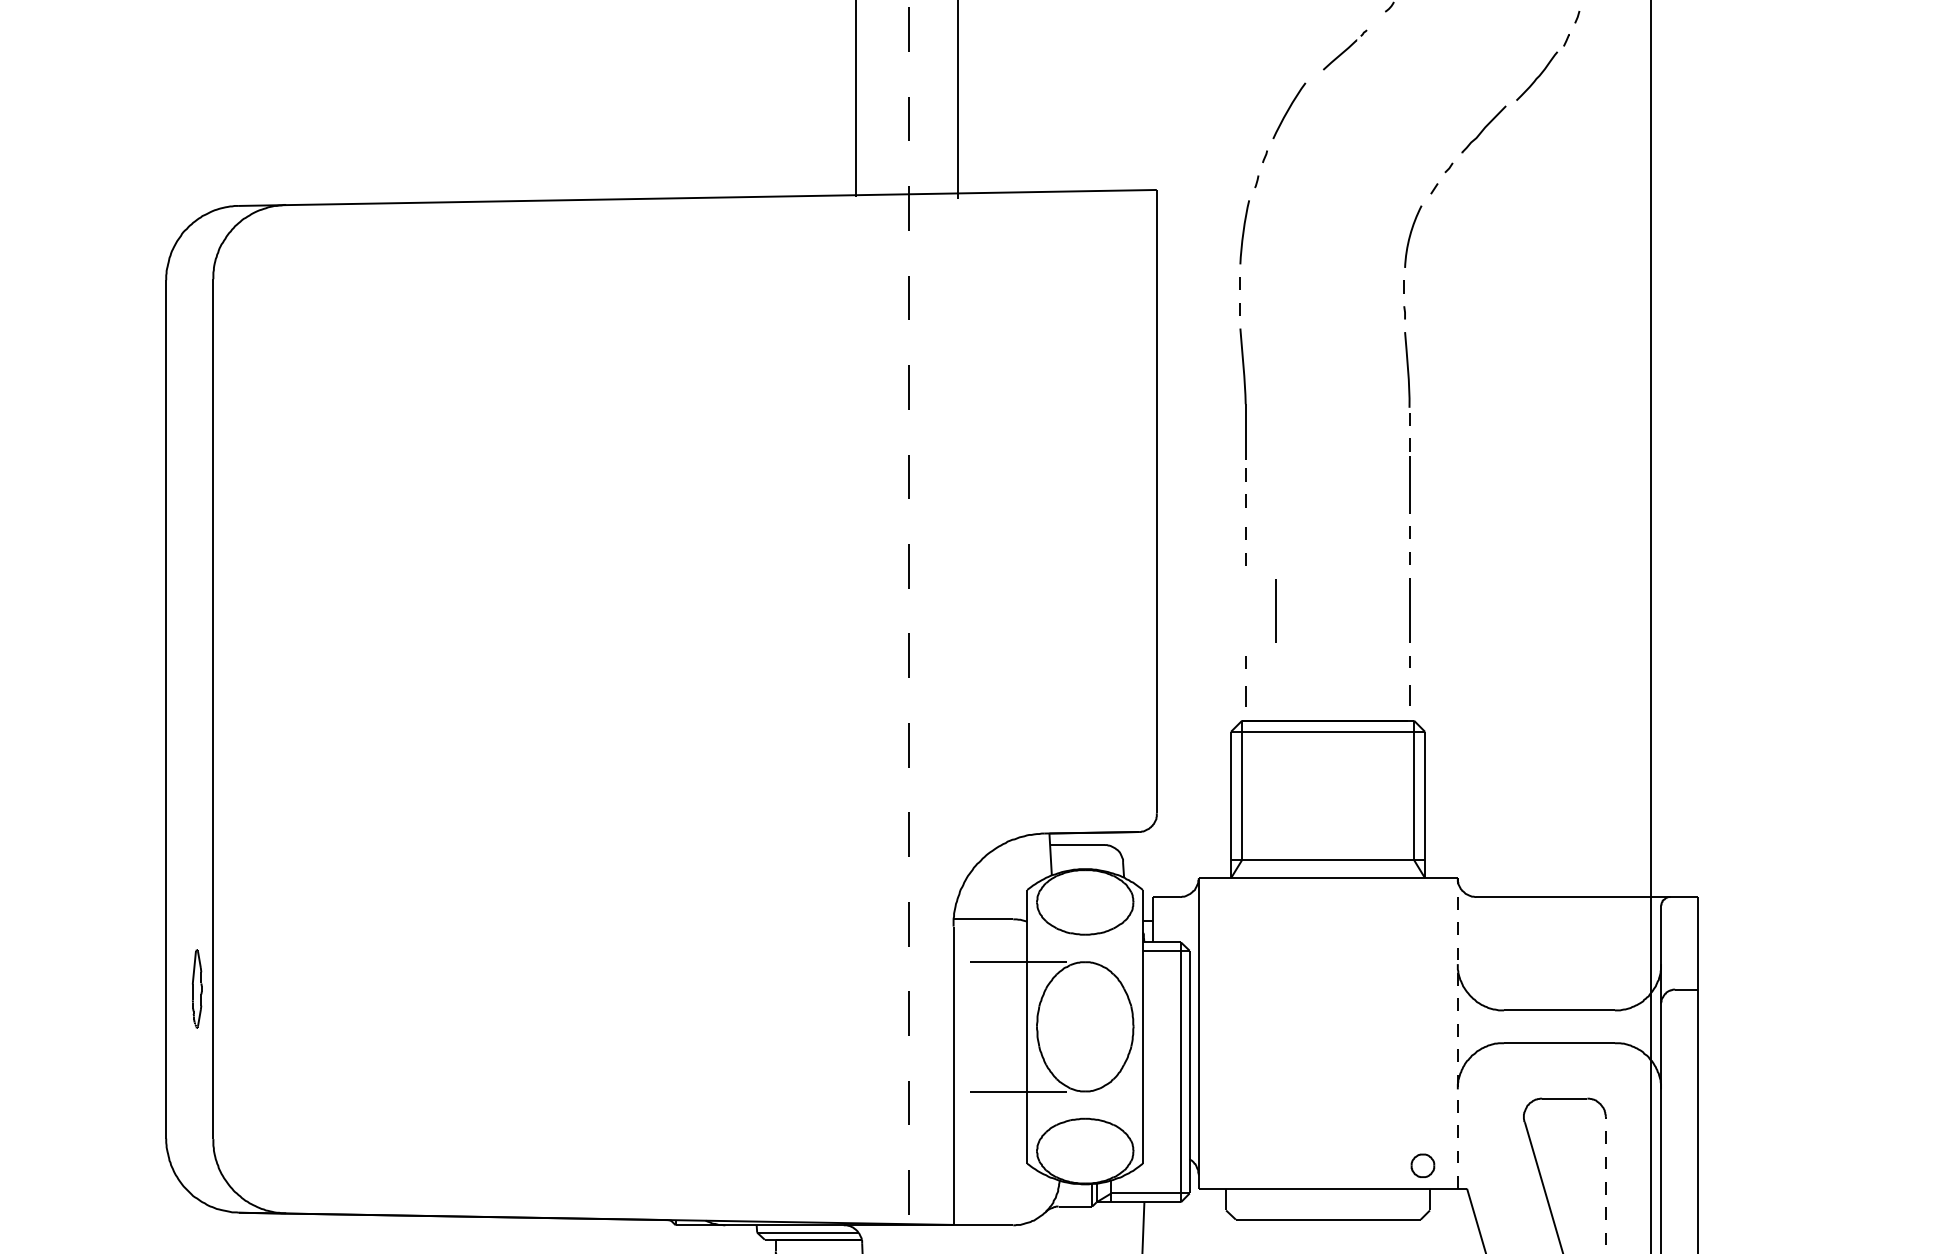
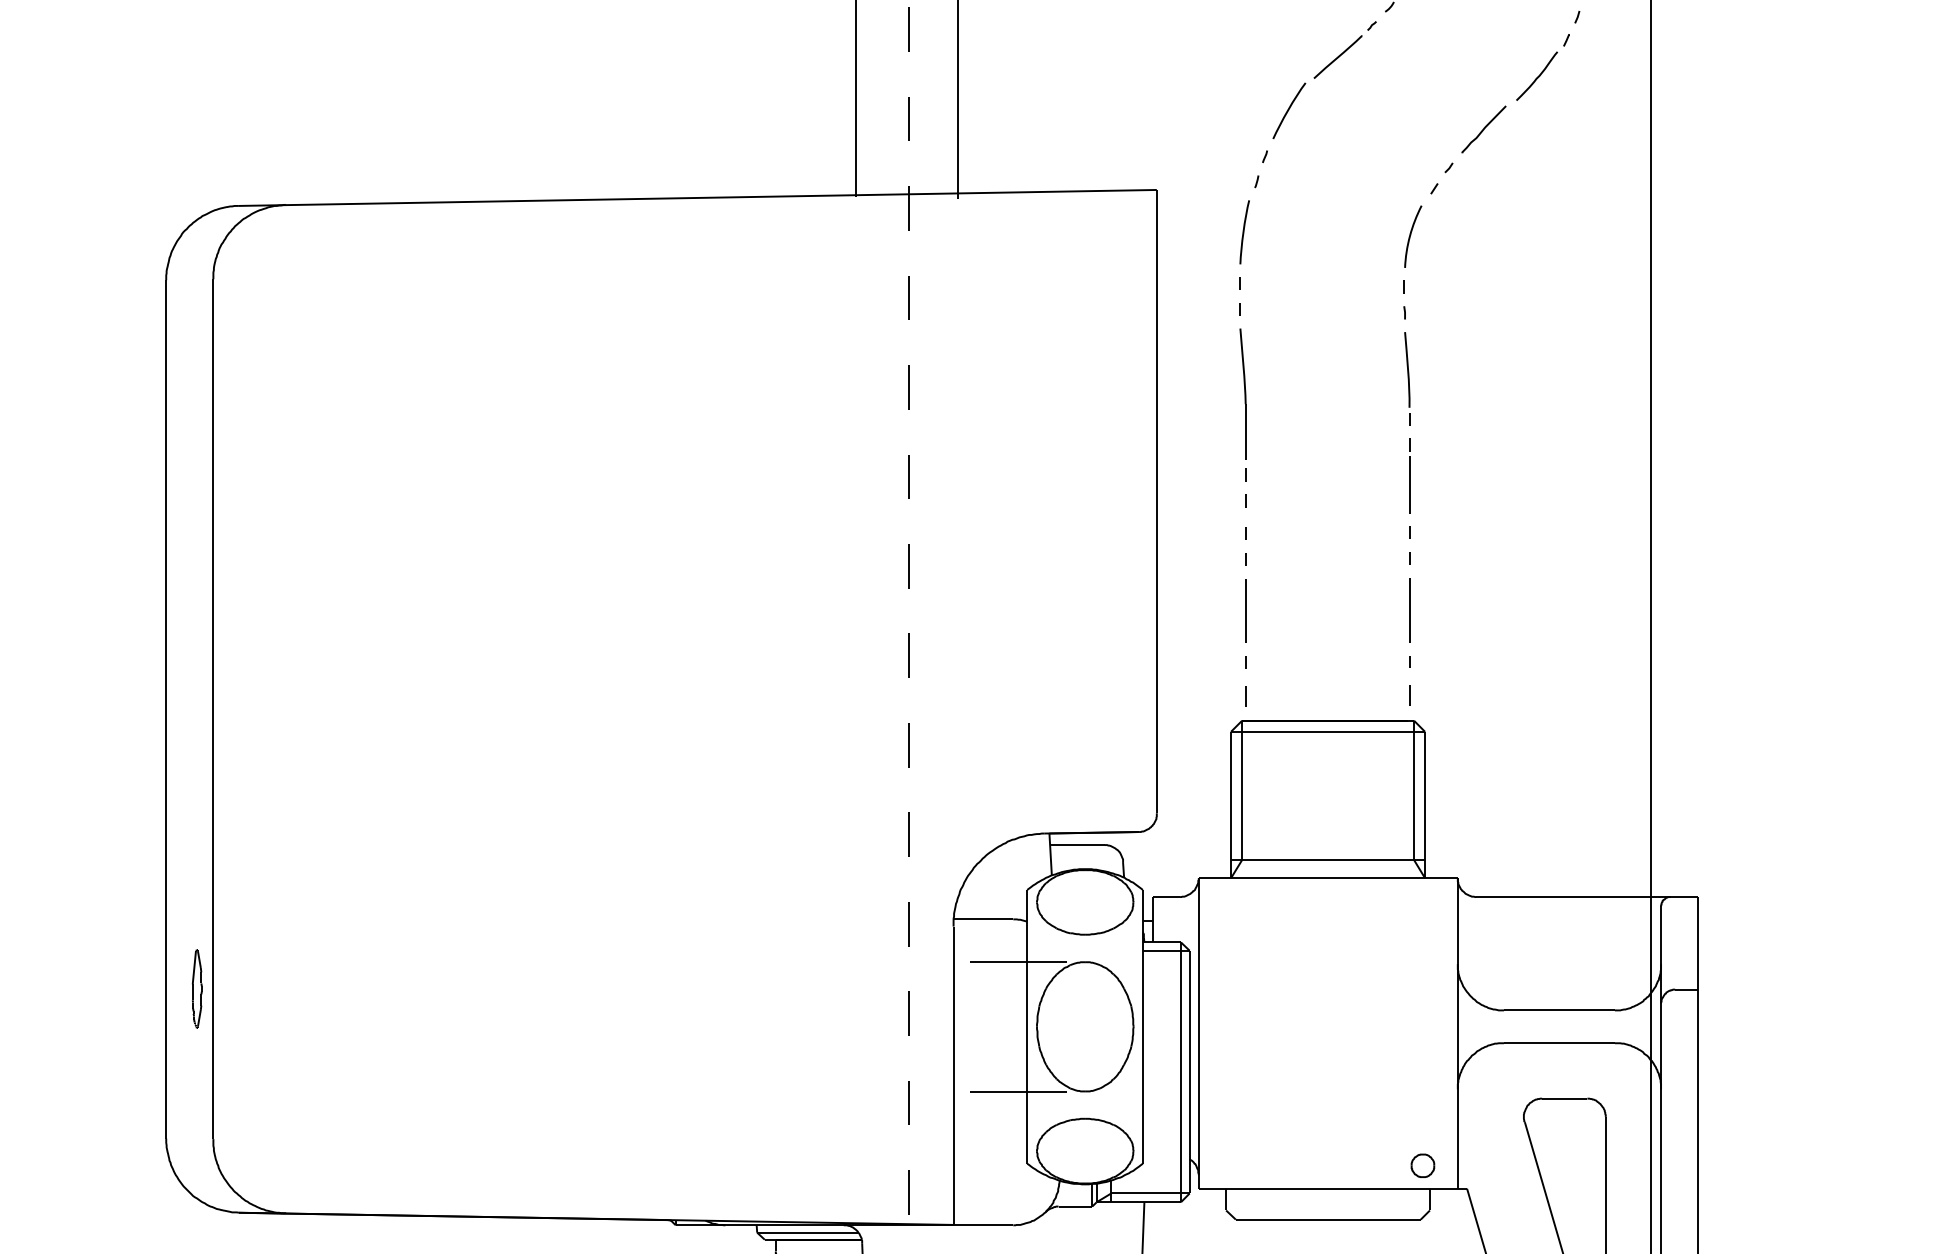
part at (1345, 49) size: 45x42 px -> 64x58 px
line at (1275, 610) position: (1275, 610) -> (1245, 610)
line at (1457, 1032): dashed -> solid
line at (1605, 1184): dashed -> solid
